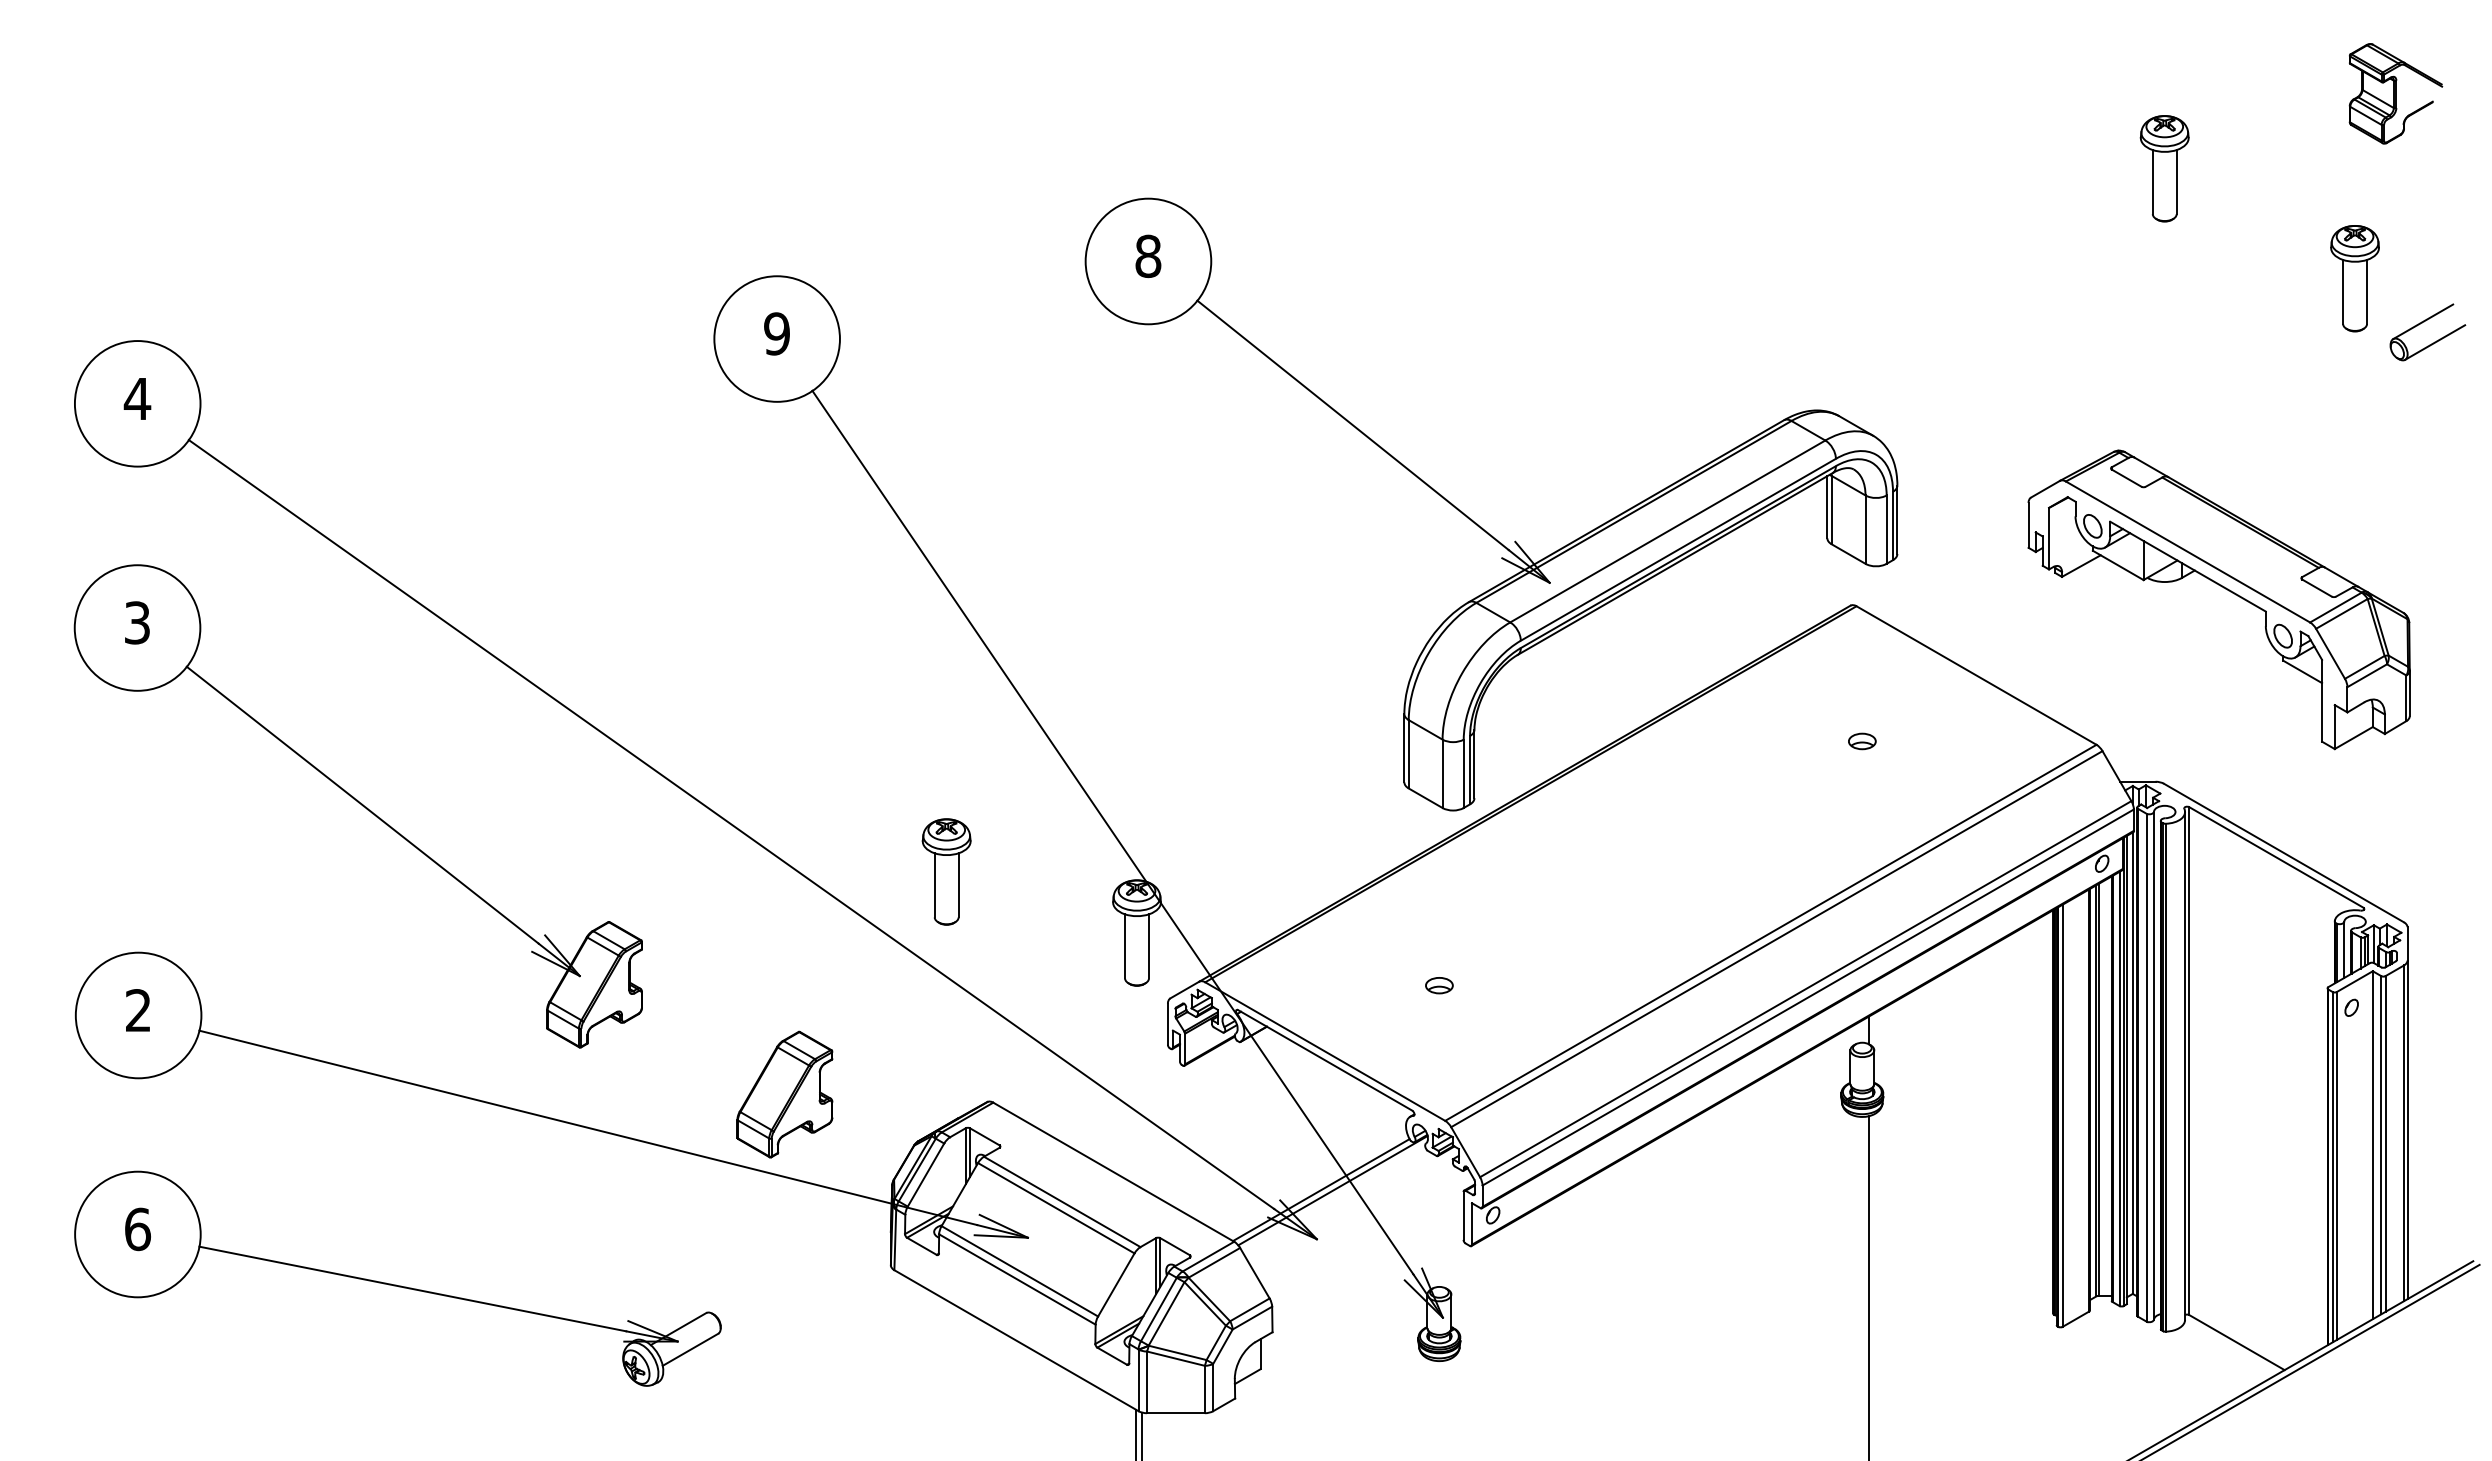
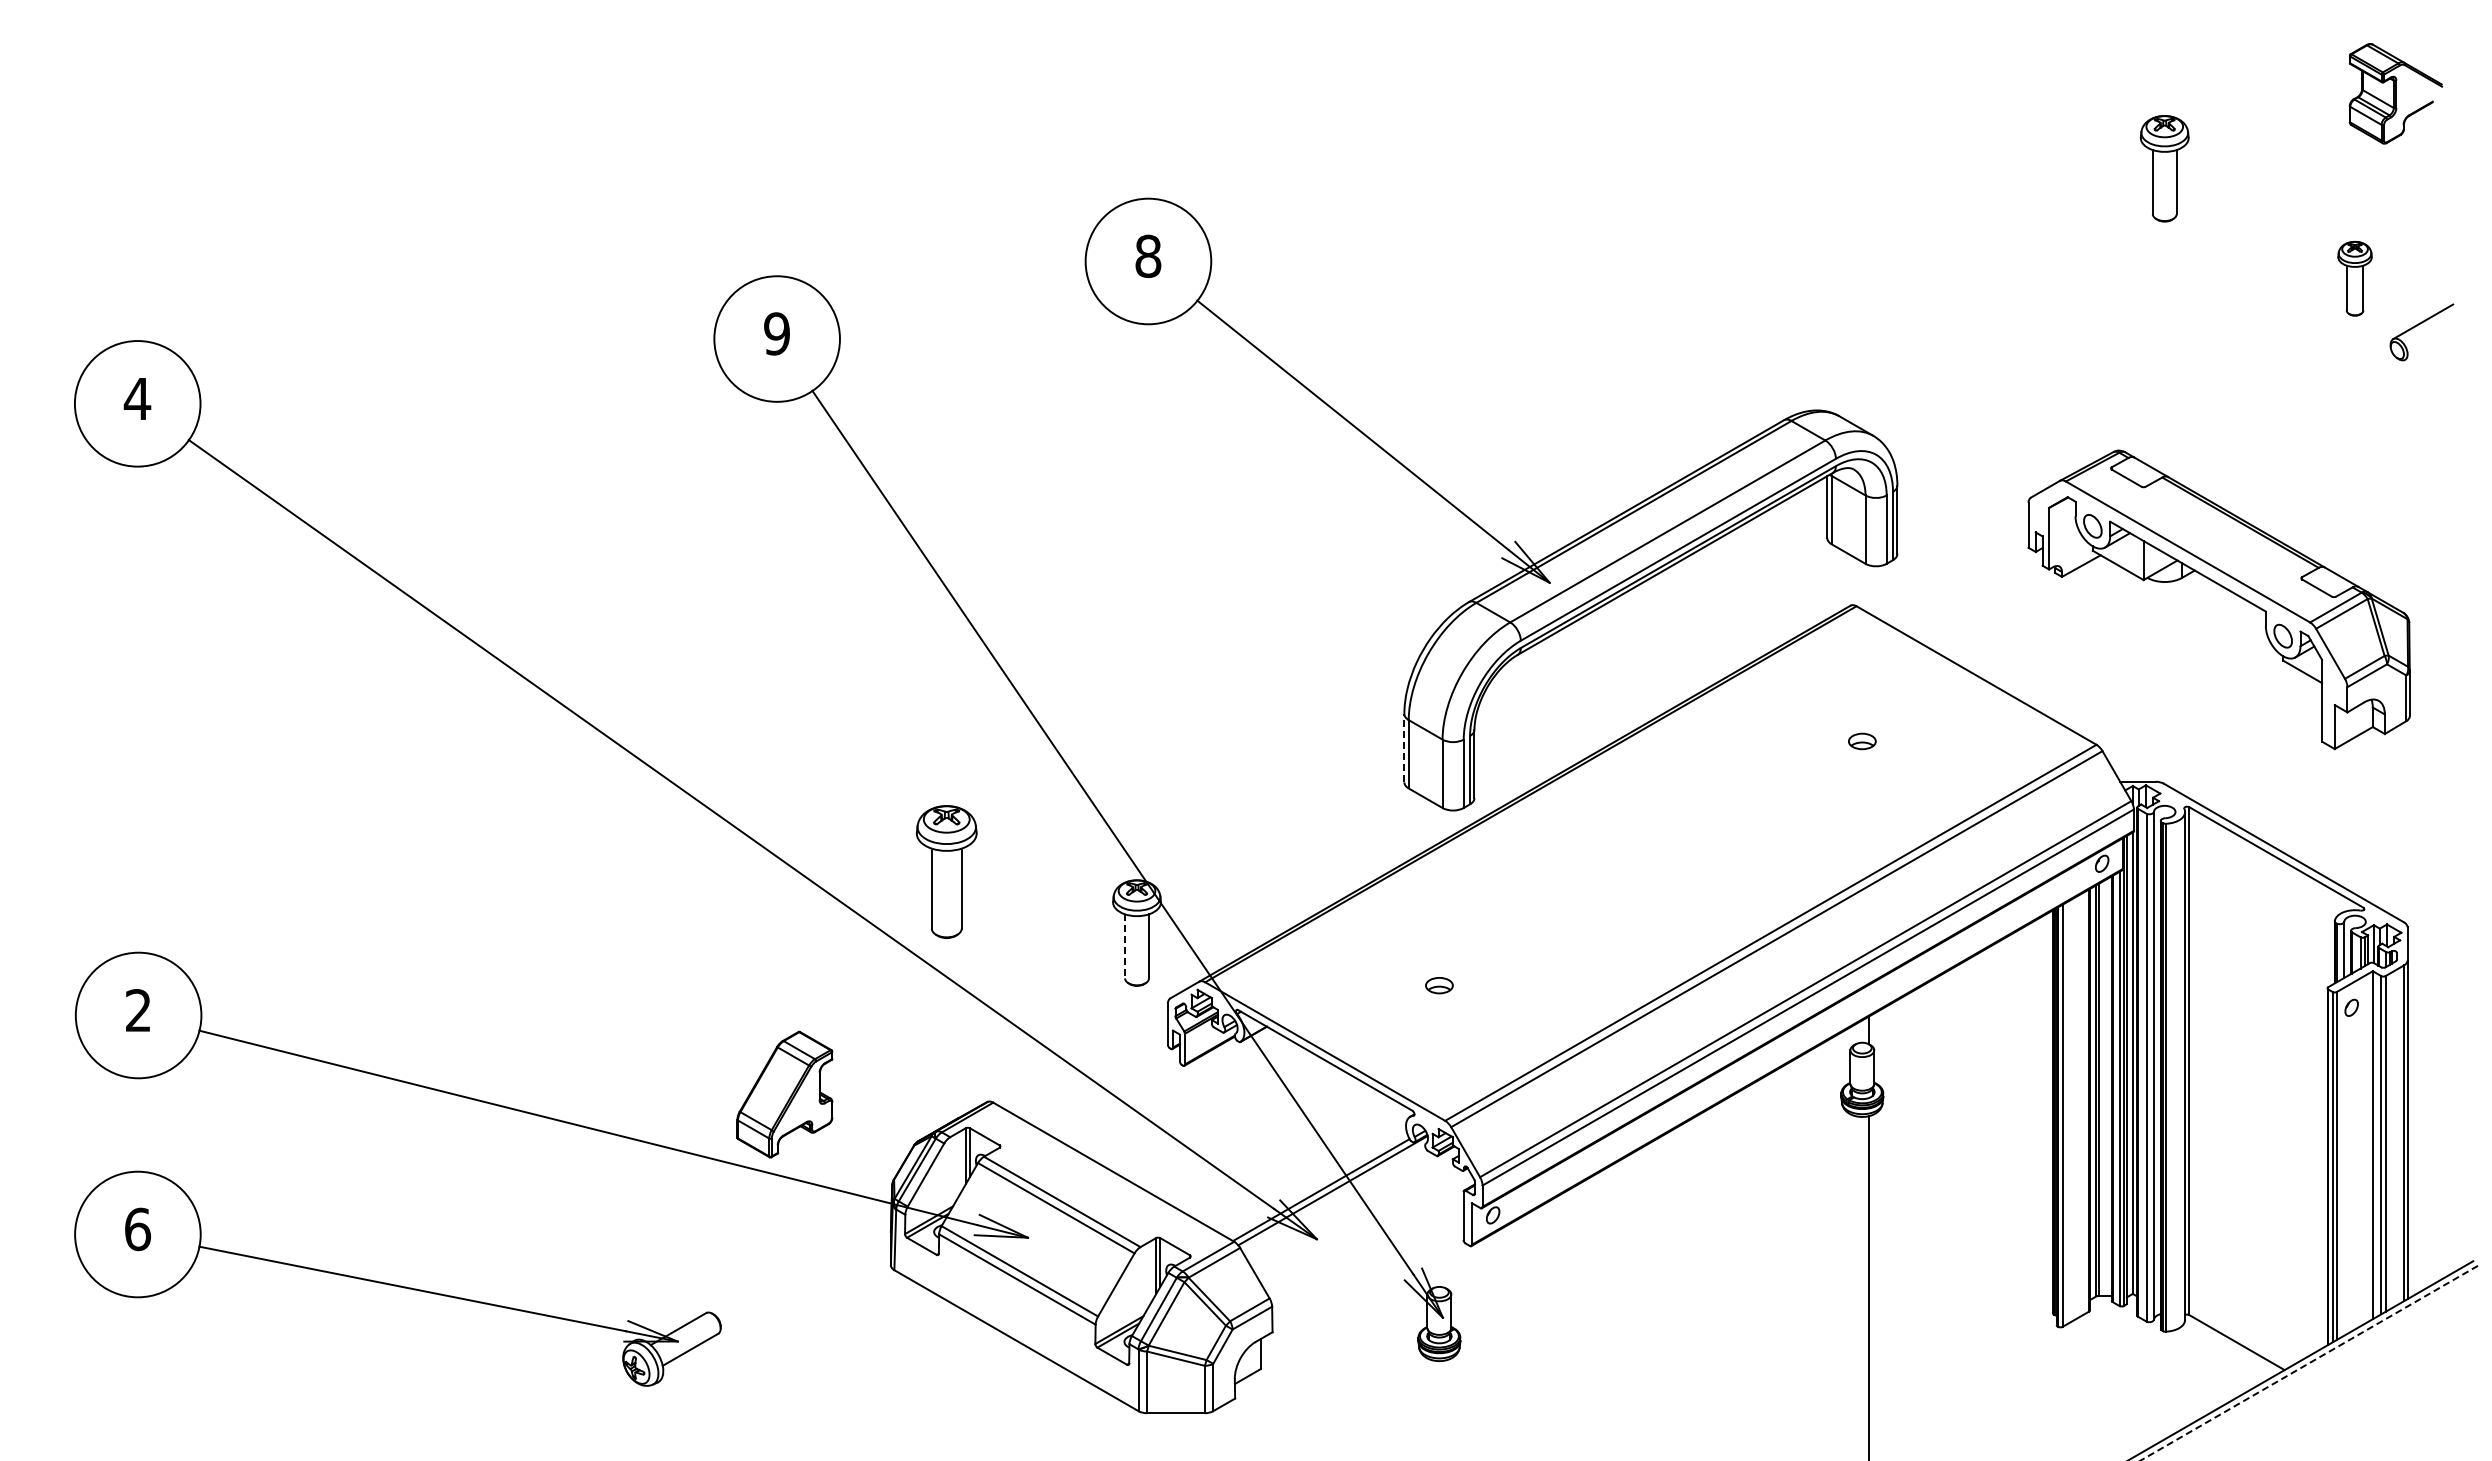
part at (2354, 278) size: 50x108 px -> 36x77 px
line at (2435, 342): present -> none
line at (1404, 747): solid -> dashed
part at (357, 806): present -> none
part at (946, 871) size: 51x108 px -> 63x134 px
line at (1125, 946): solid -> dashed
line at (2309, 1362): solid -> dashed
line at (1135, 1433): present -> none
line at (1142, 1434): present -> none
